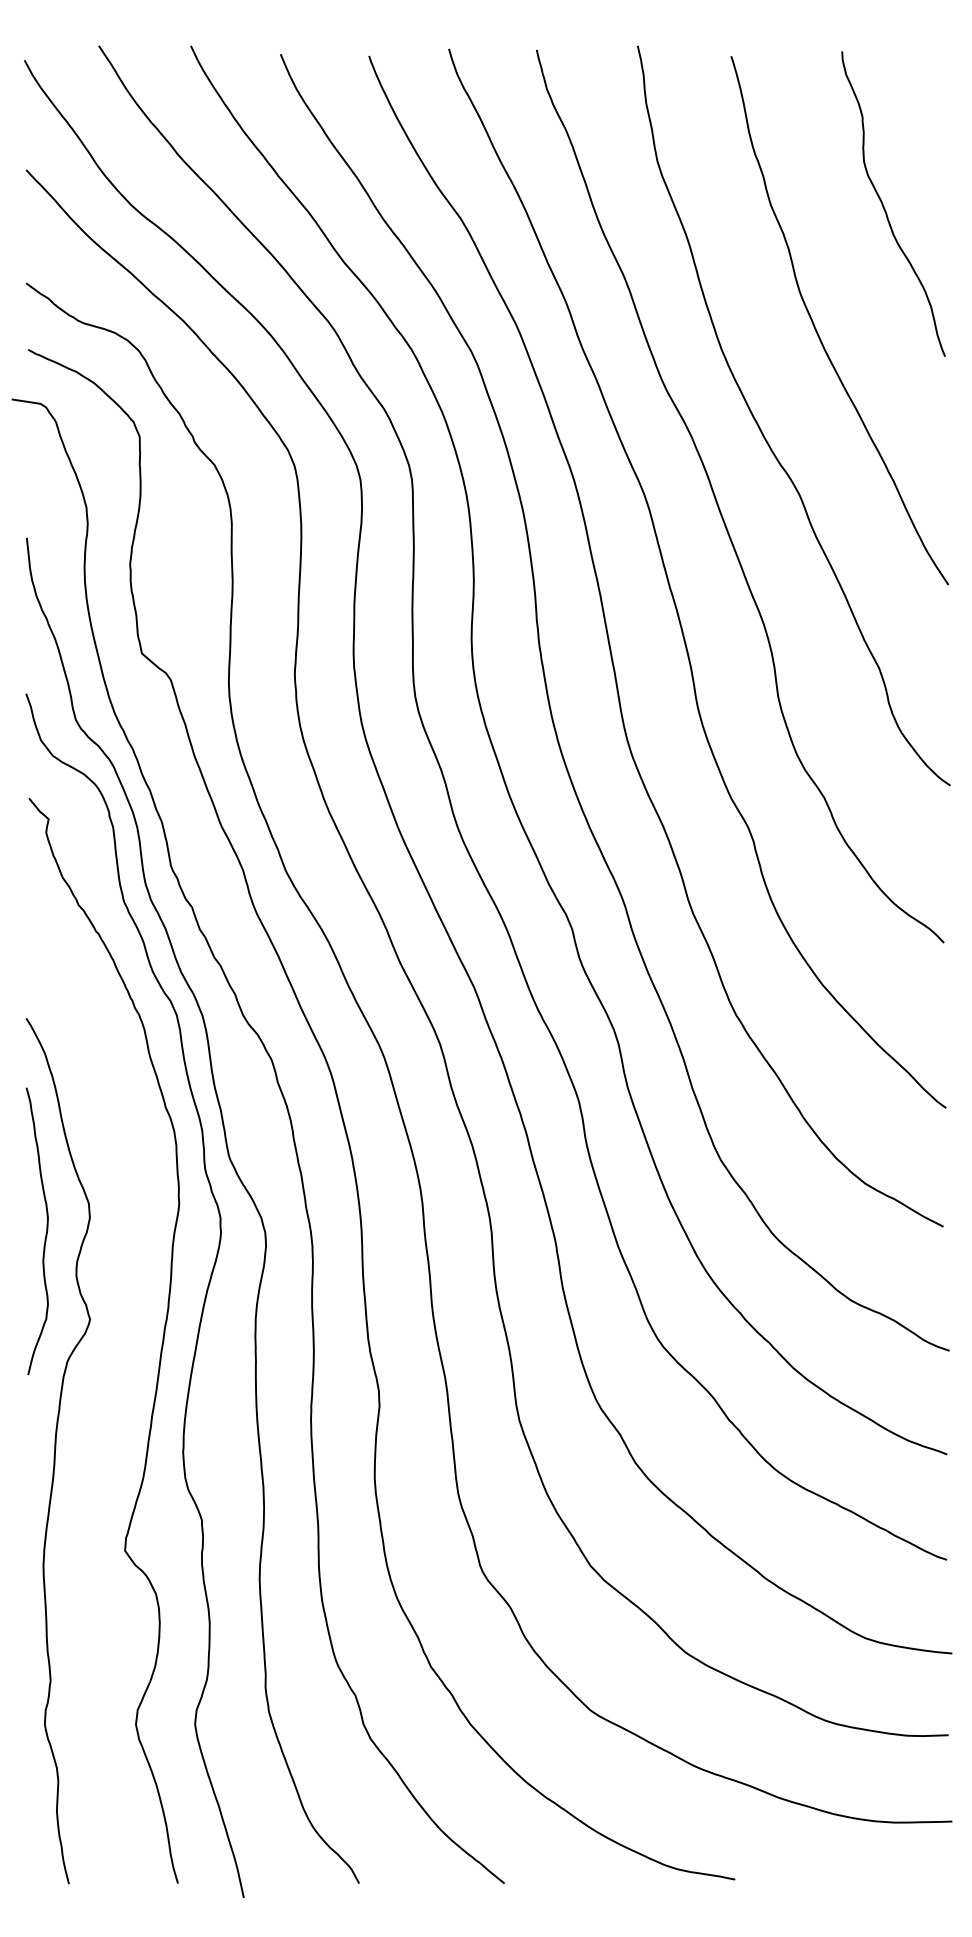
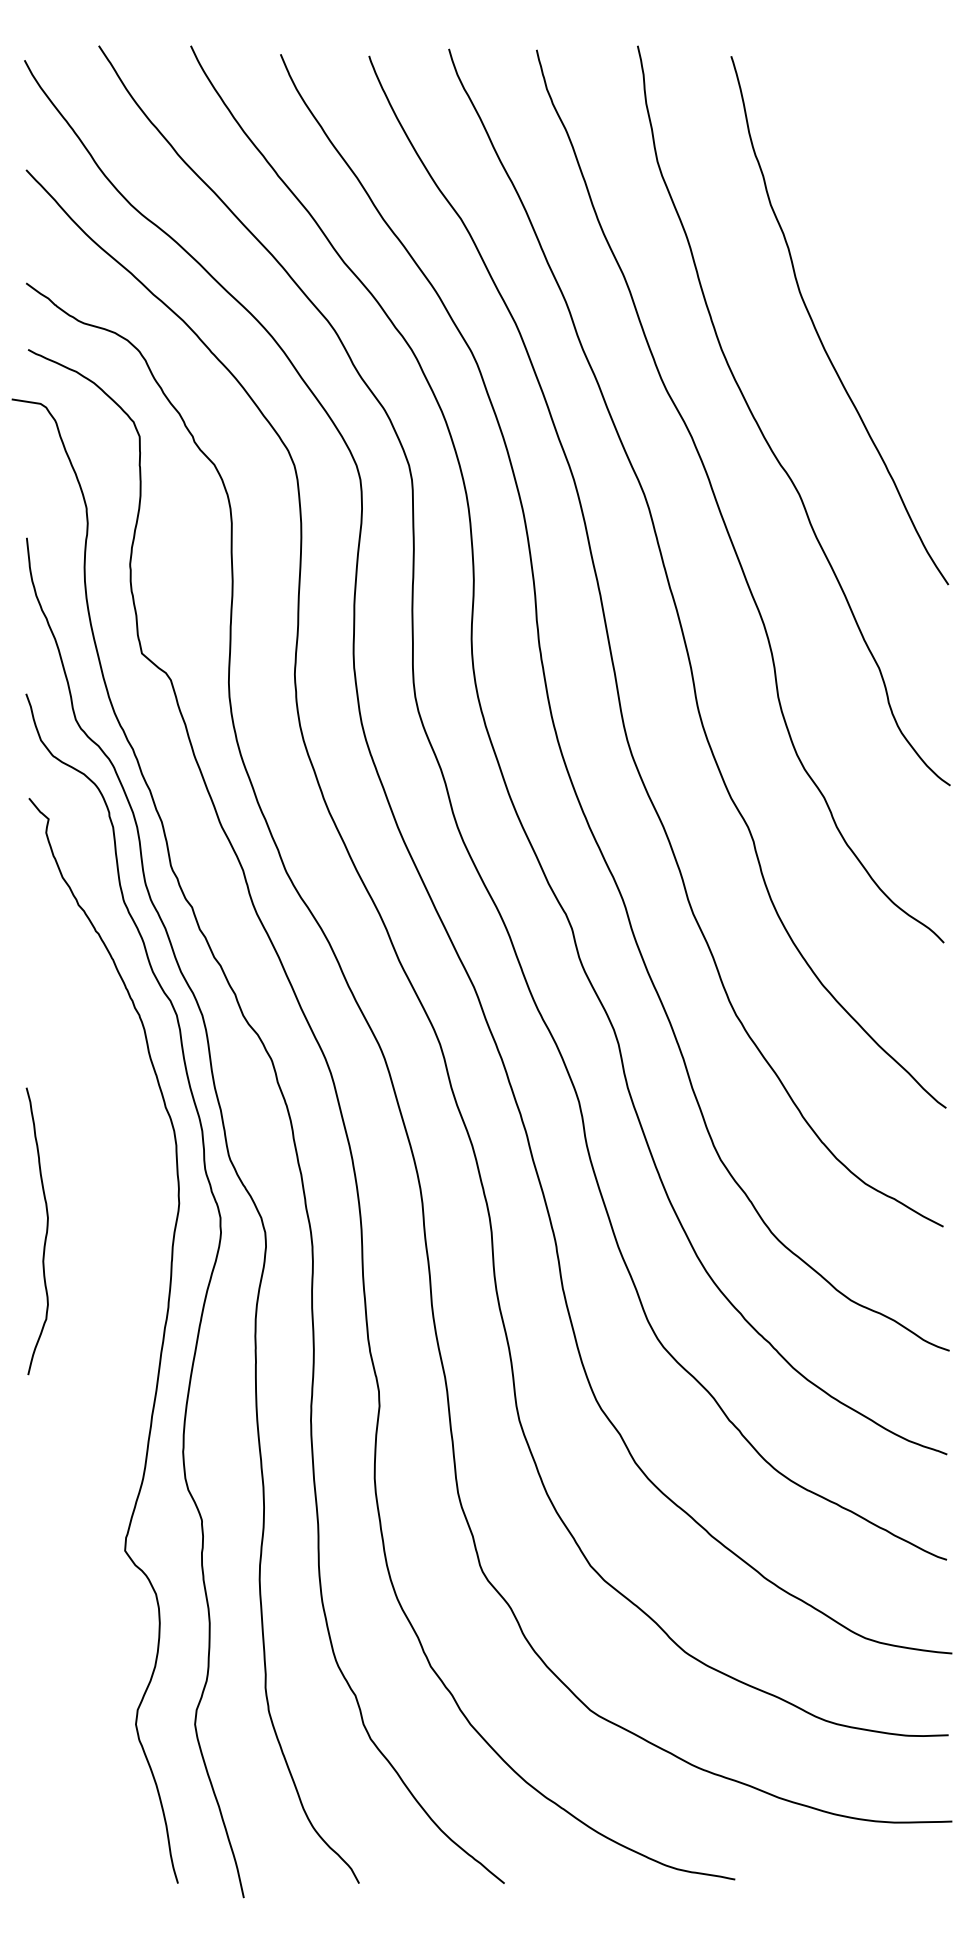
curve at (885, 208): present -> none
curve at (55, 1451): present -> none
